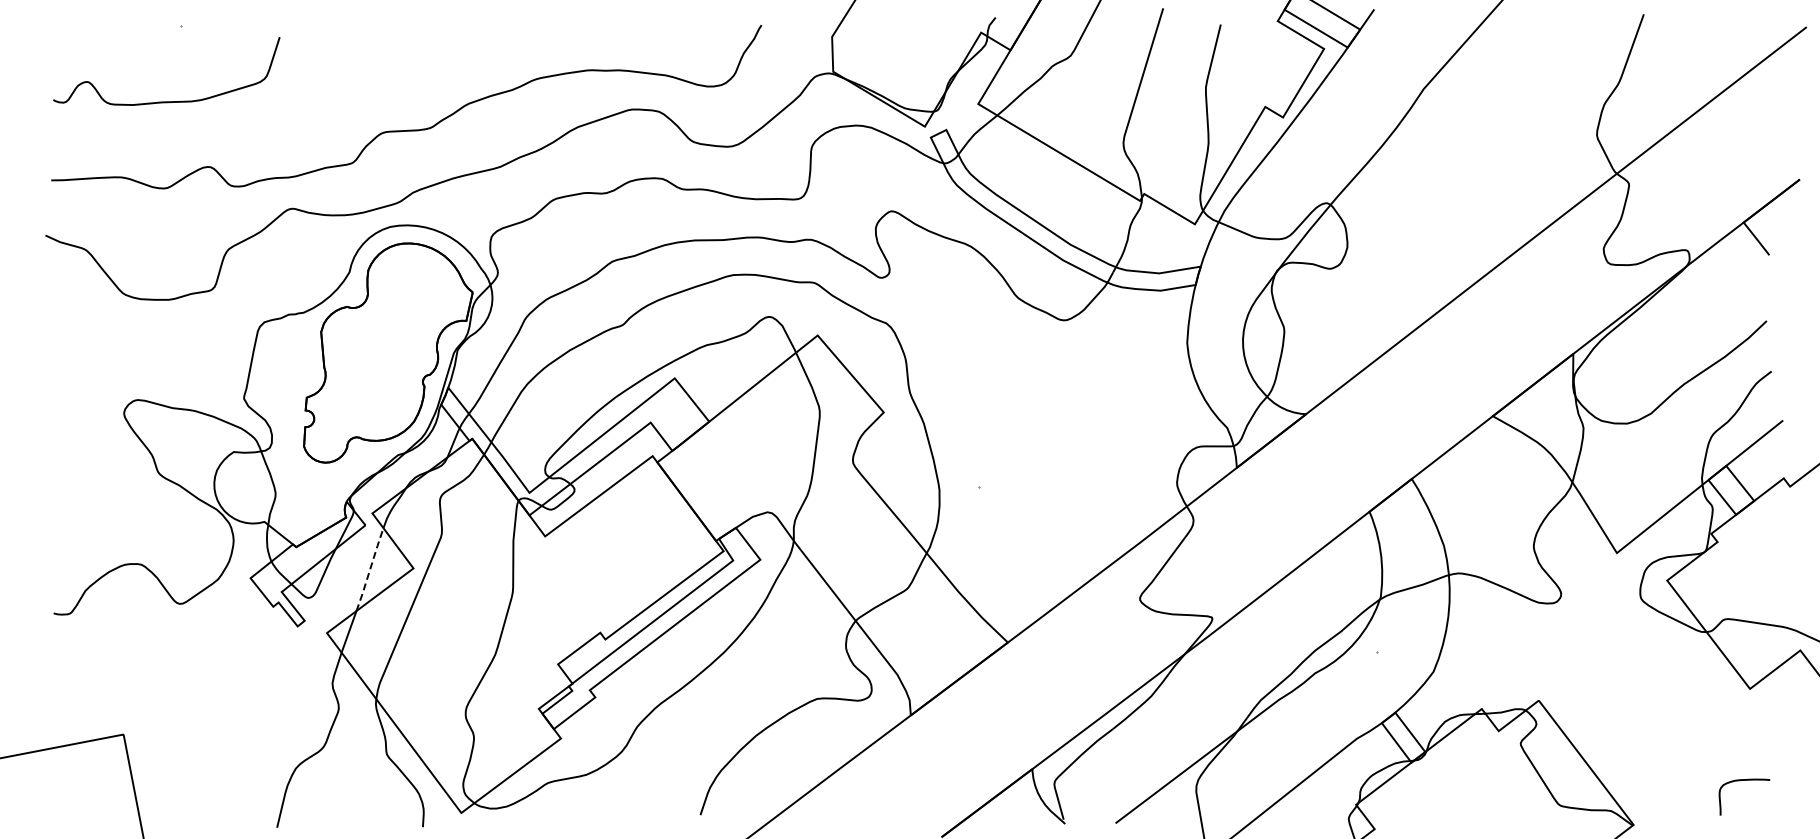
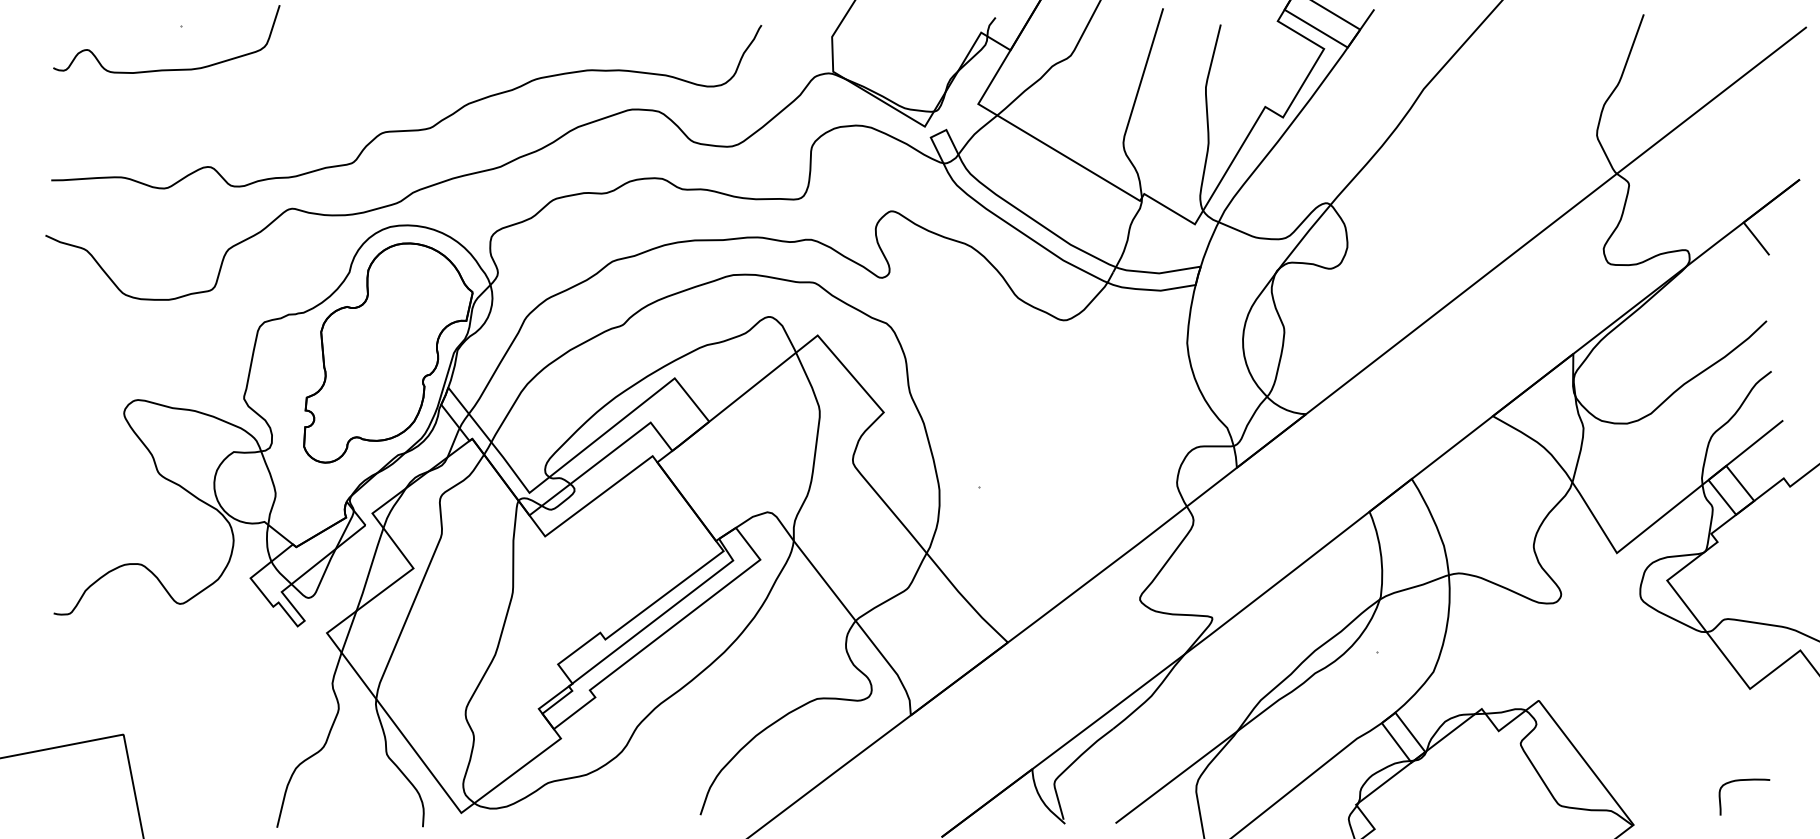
curve at (166, 101) position: (166, 101) -> (166, 69)
line at (370, 569): dashed -> solid
